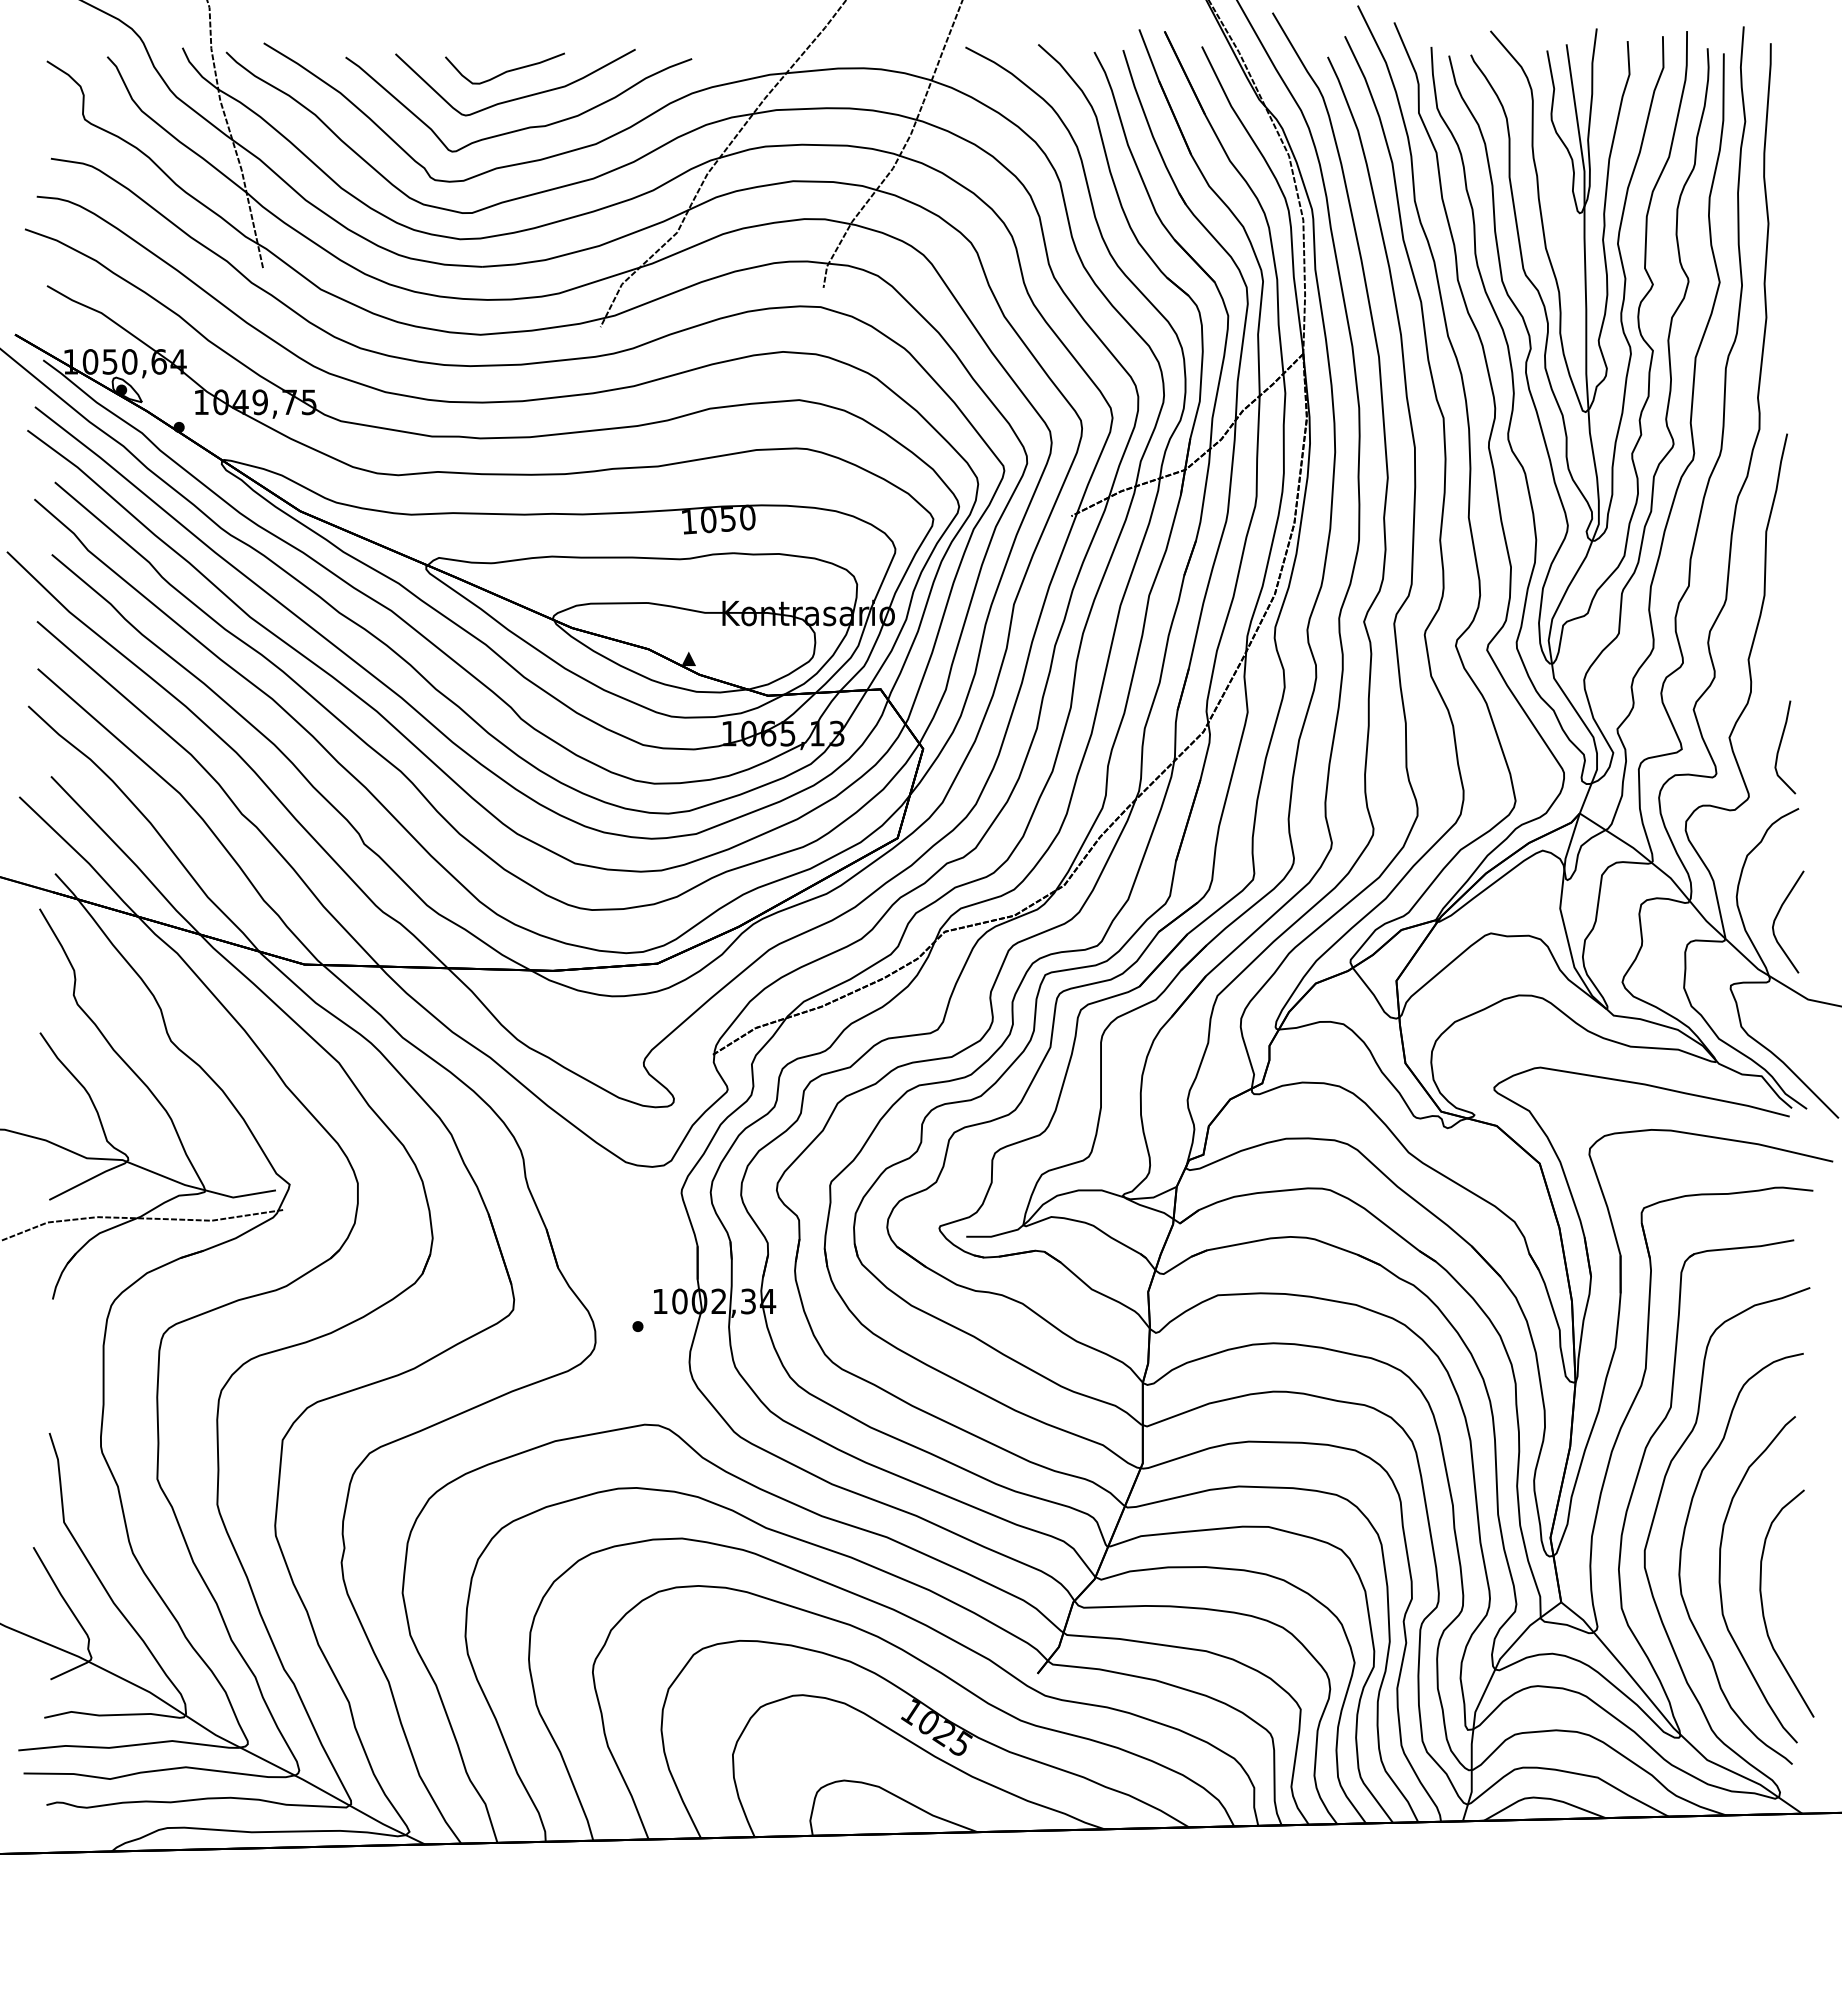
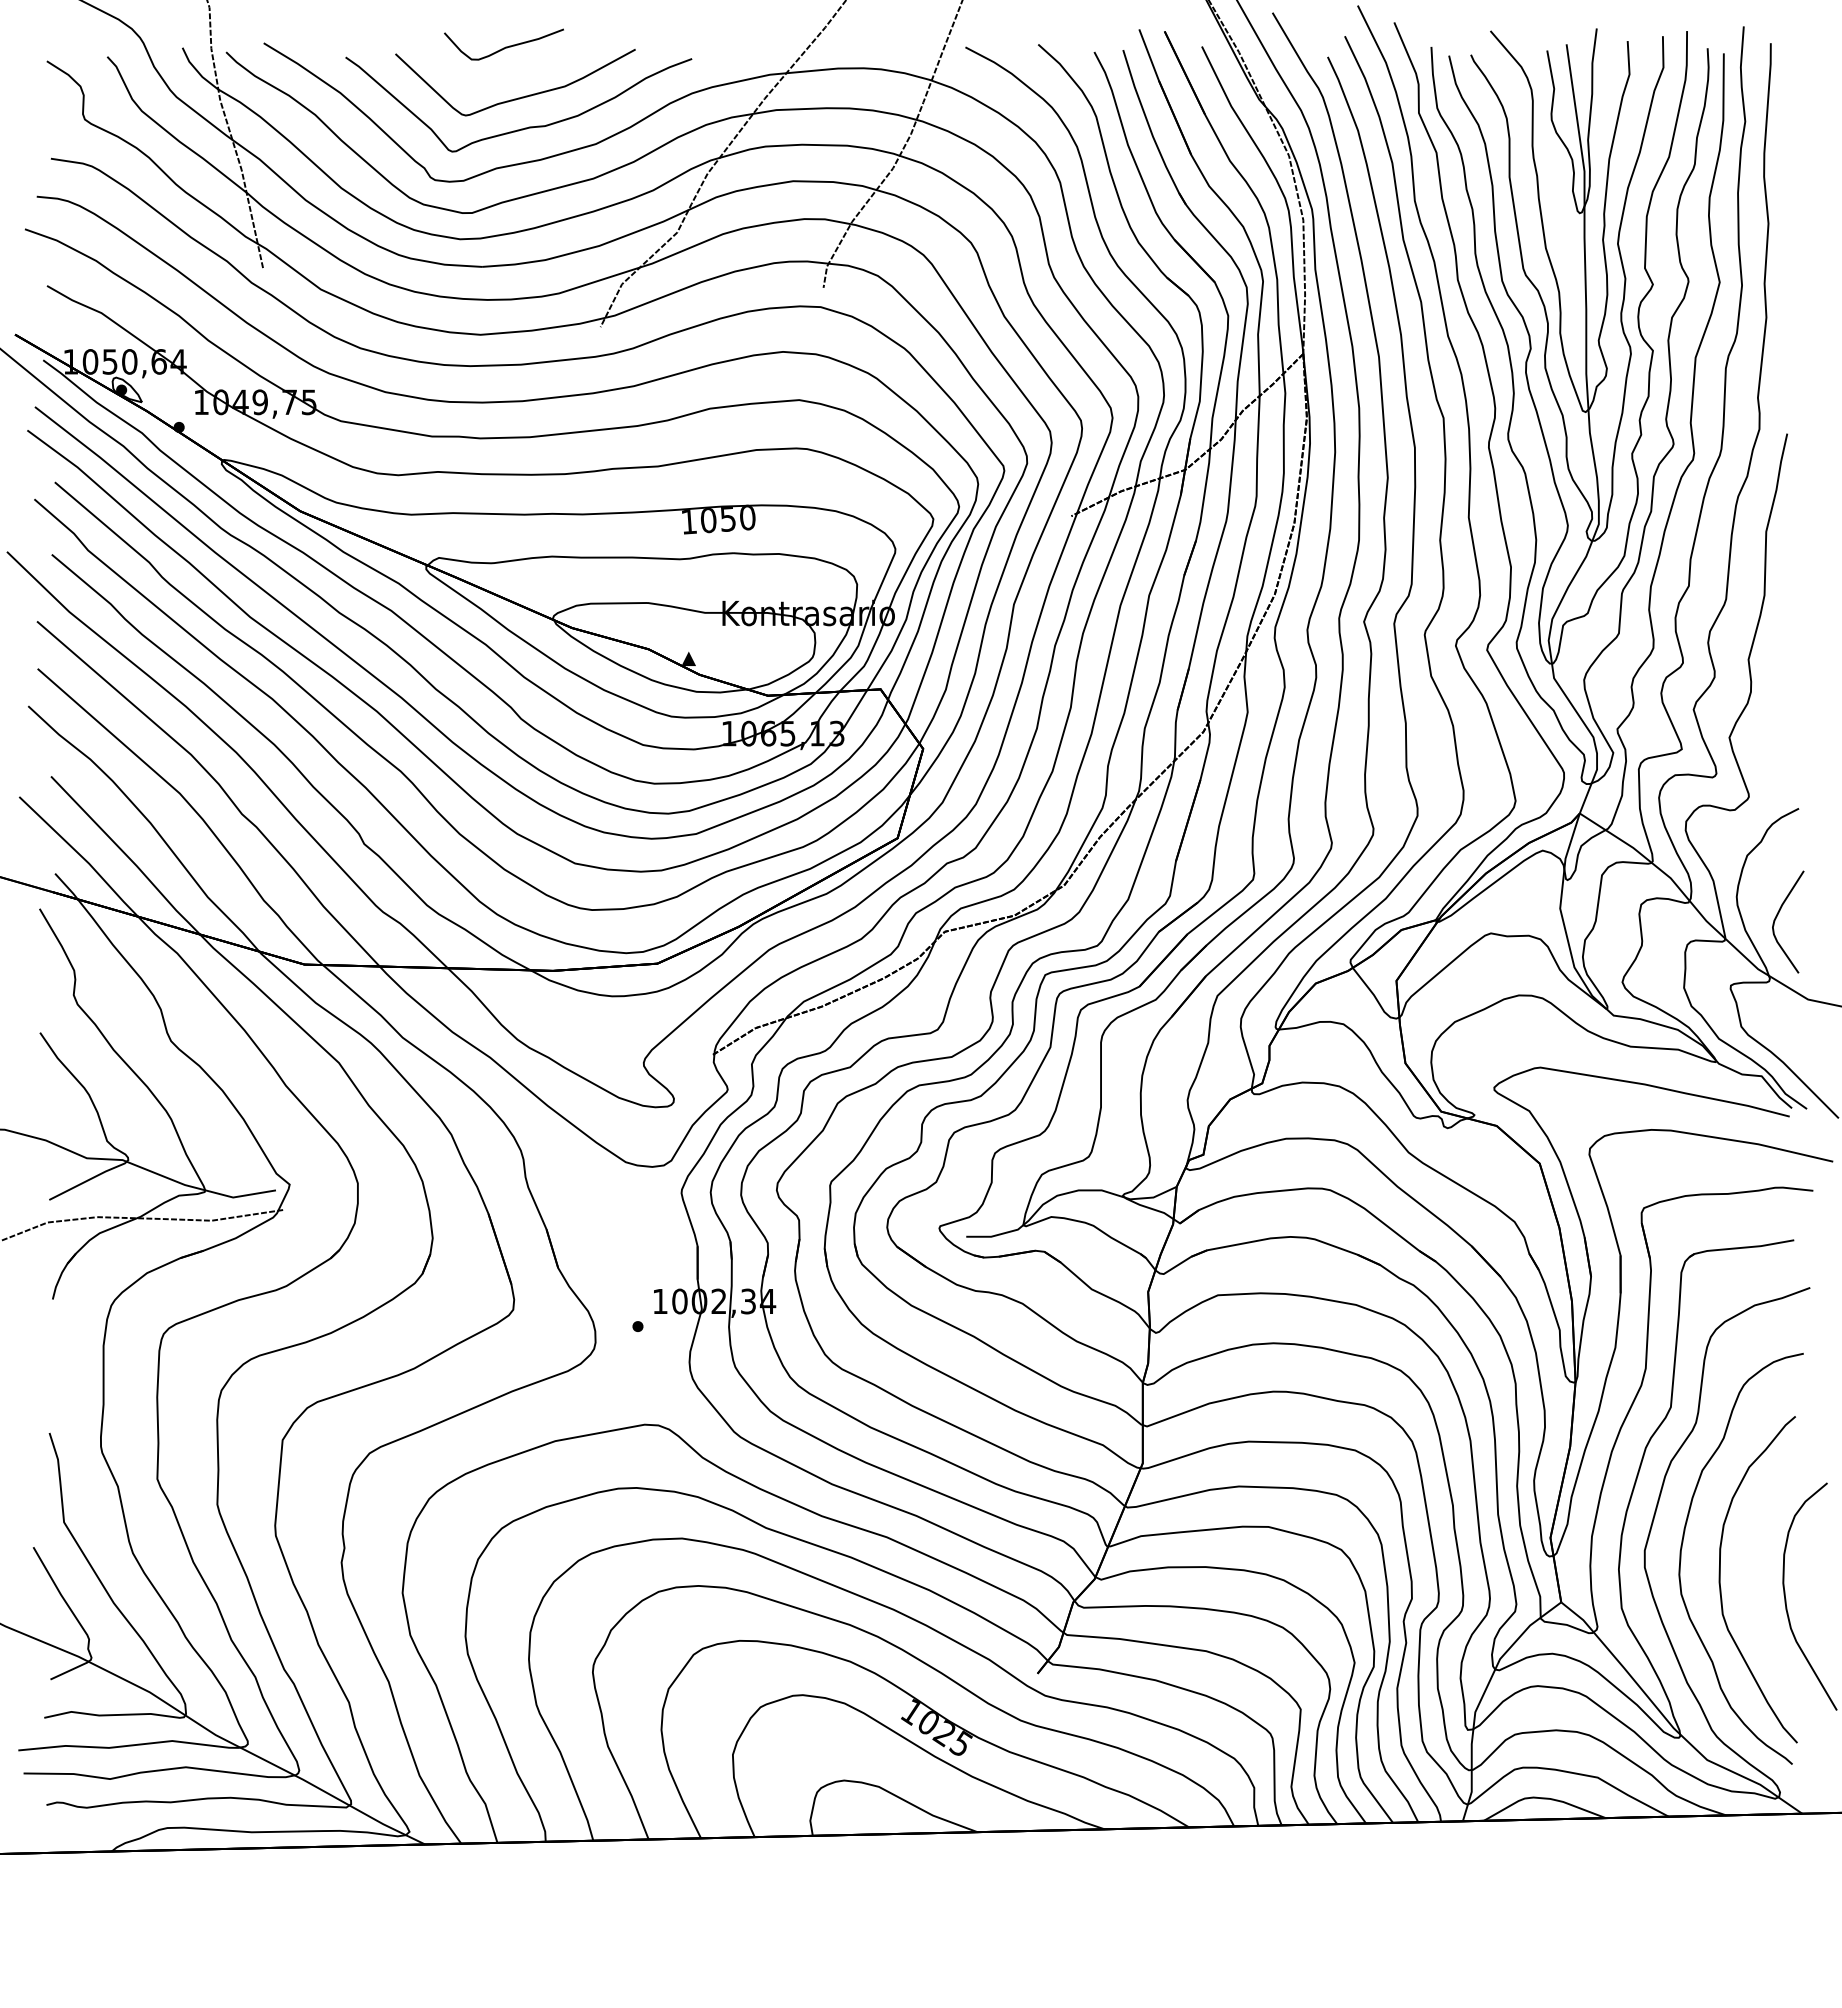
curve at (506, 70) position: (506, 70) -> (505, 46)
curve at (1780, 747): present -> none
curve at (1763, 1605) position: (1763, 1605) -> (1786, 1598)
